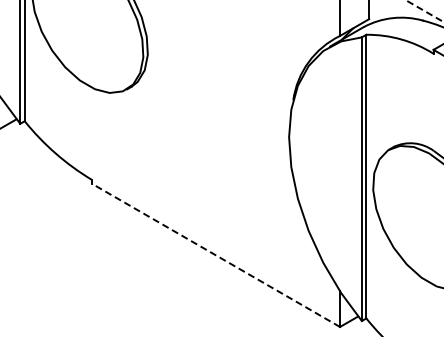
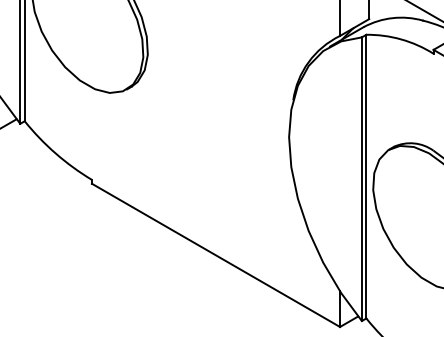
line at (424, 11): dashed -> solid
line at (215, 255): dashed -> solid
